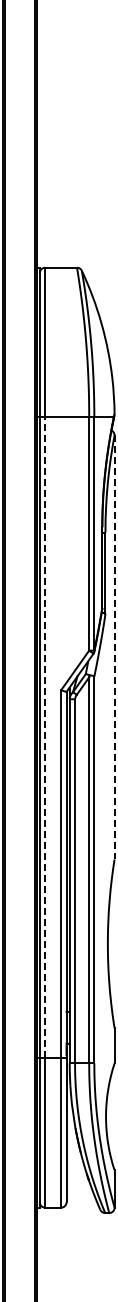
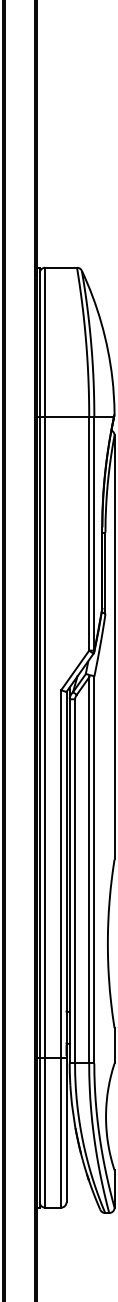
line at (114, 647): dashed -> solid
line at (45, 737): dashed -> solid
